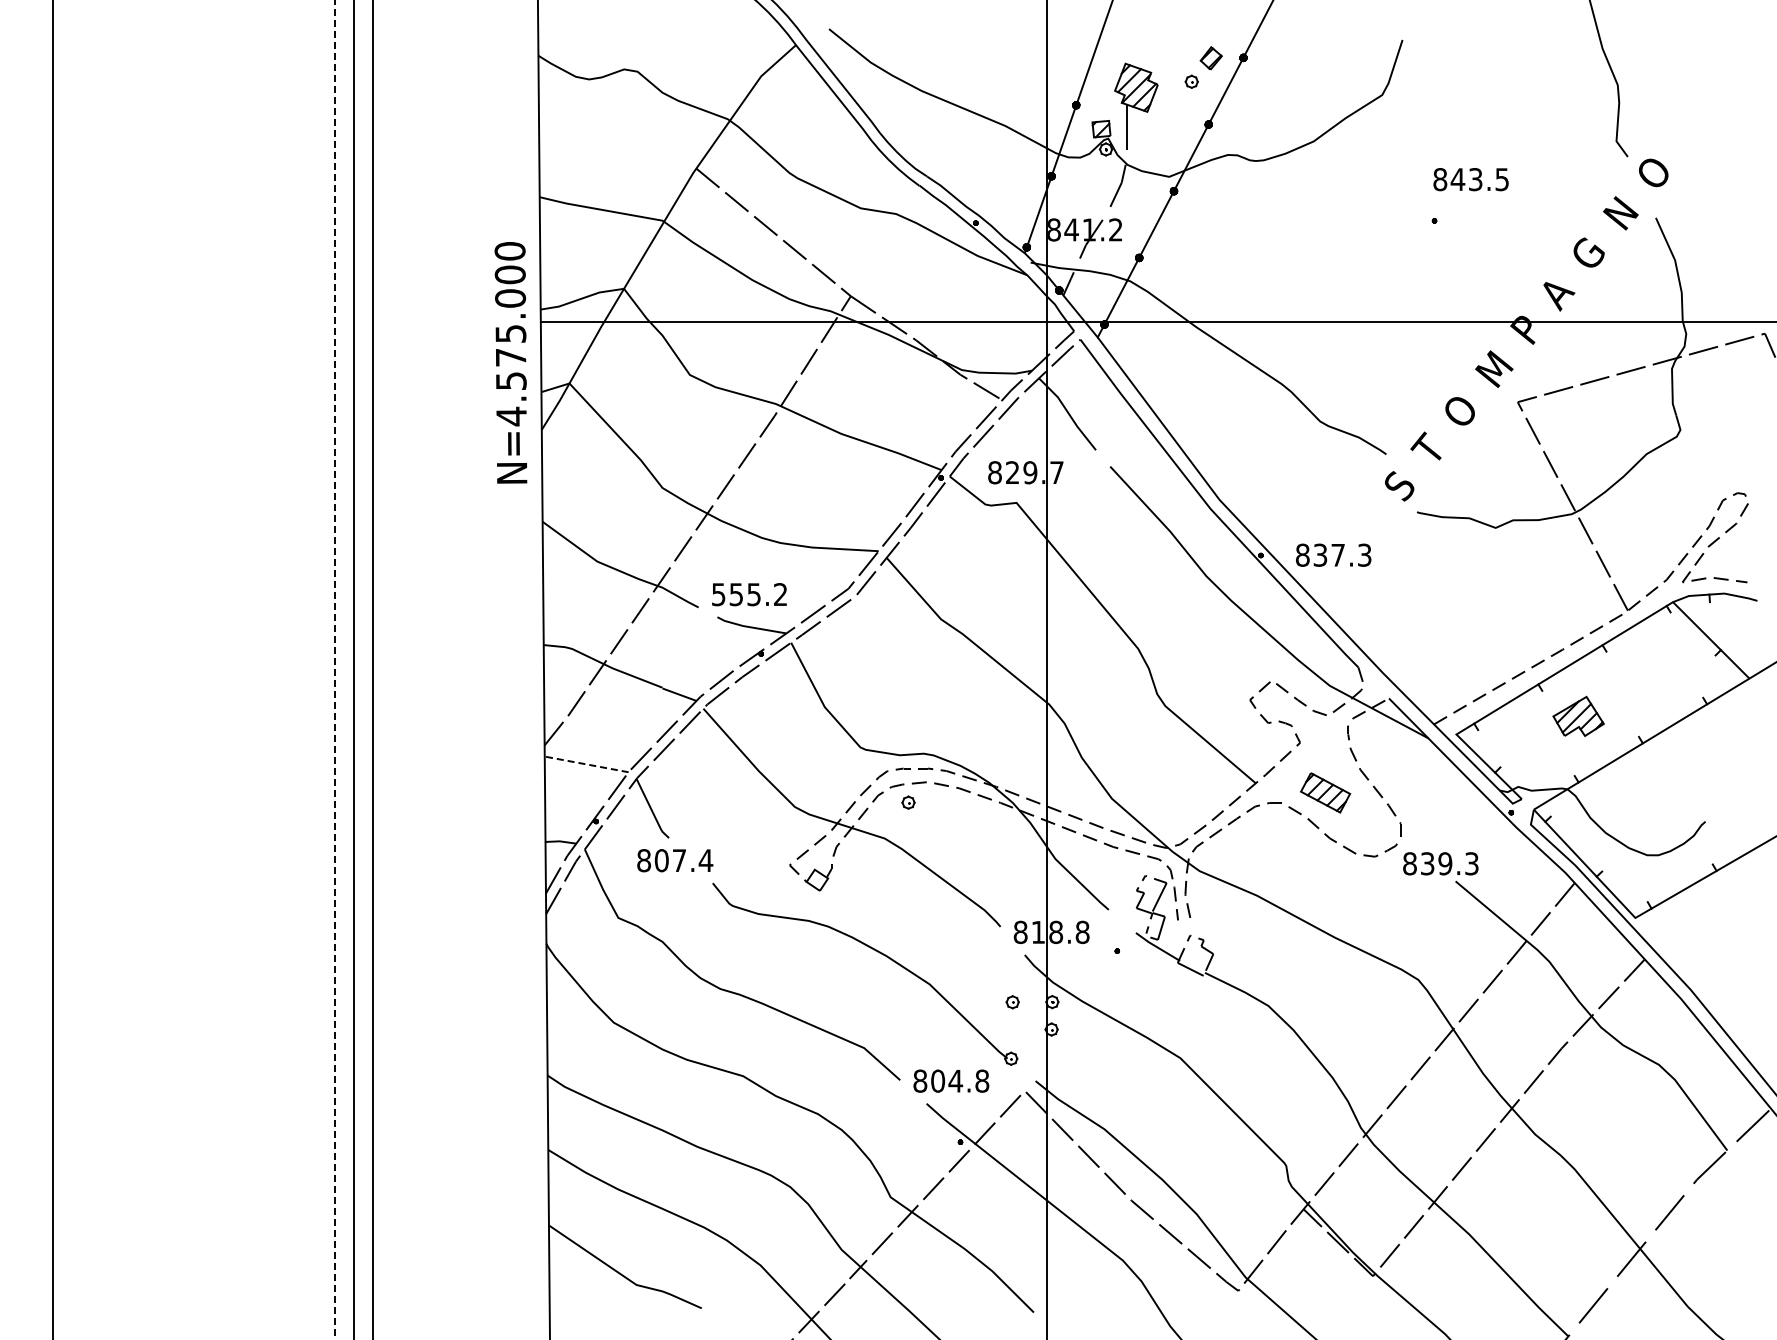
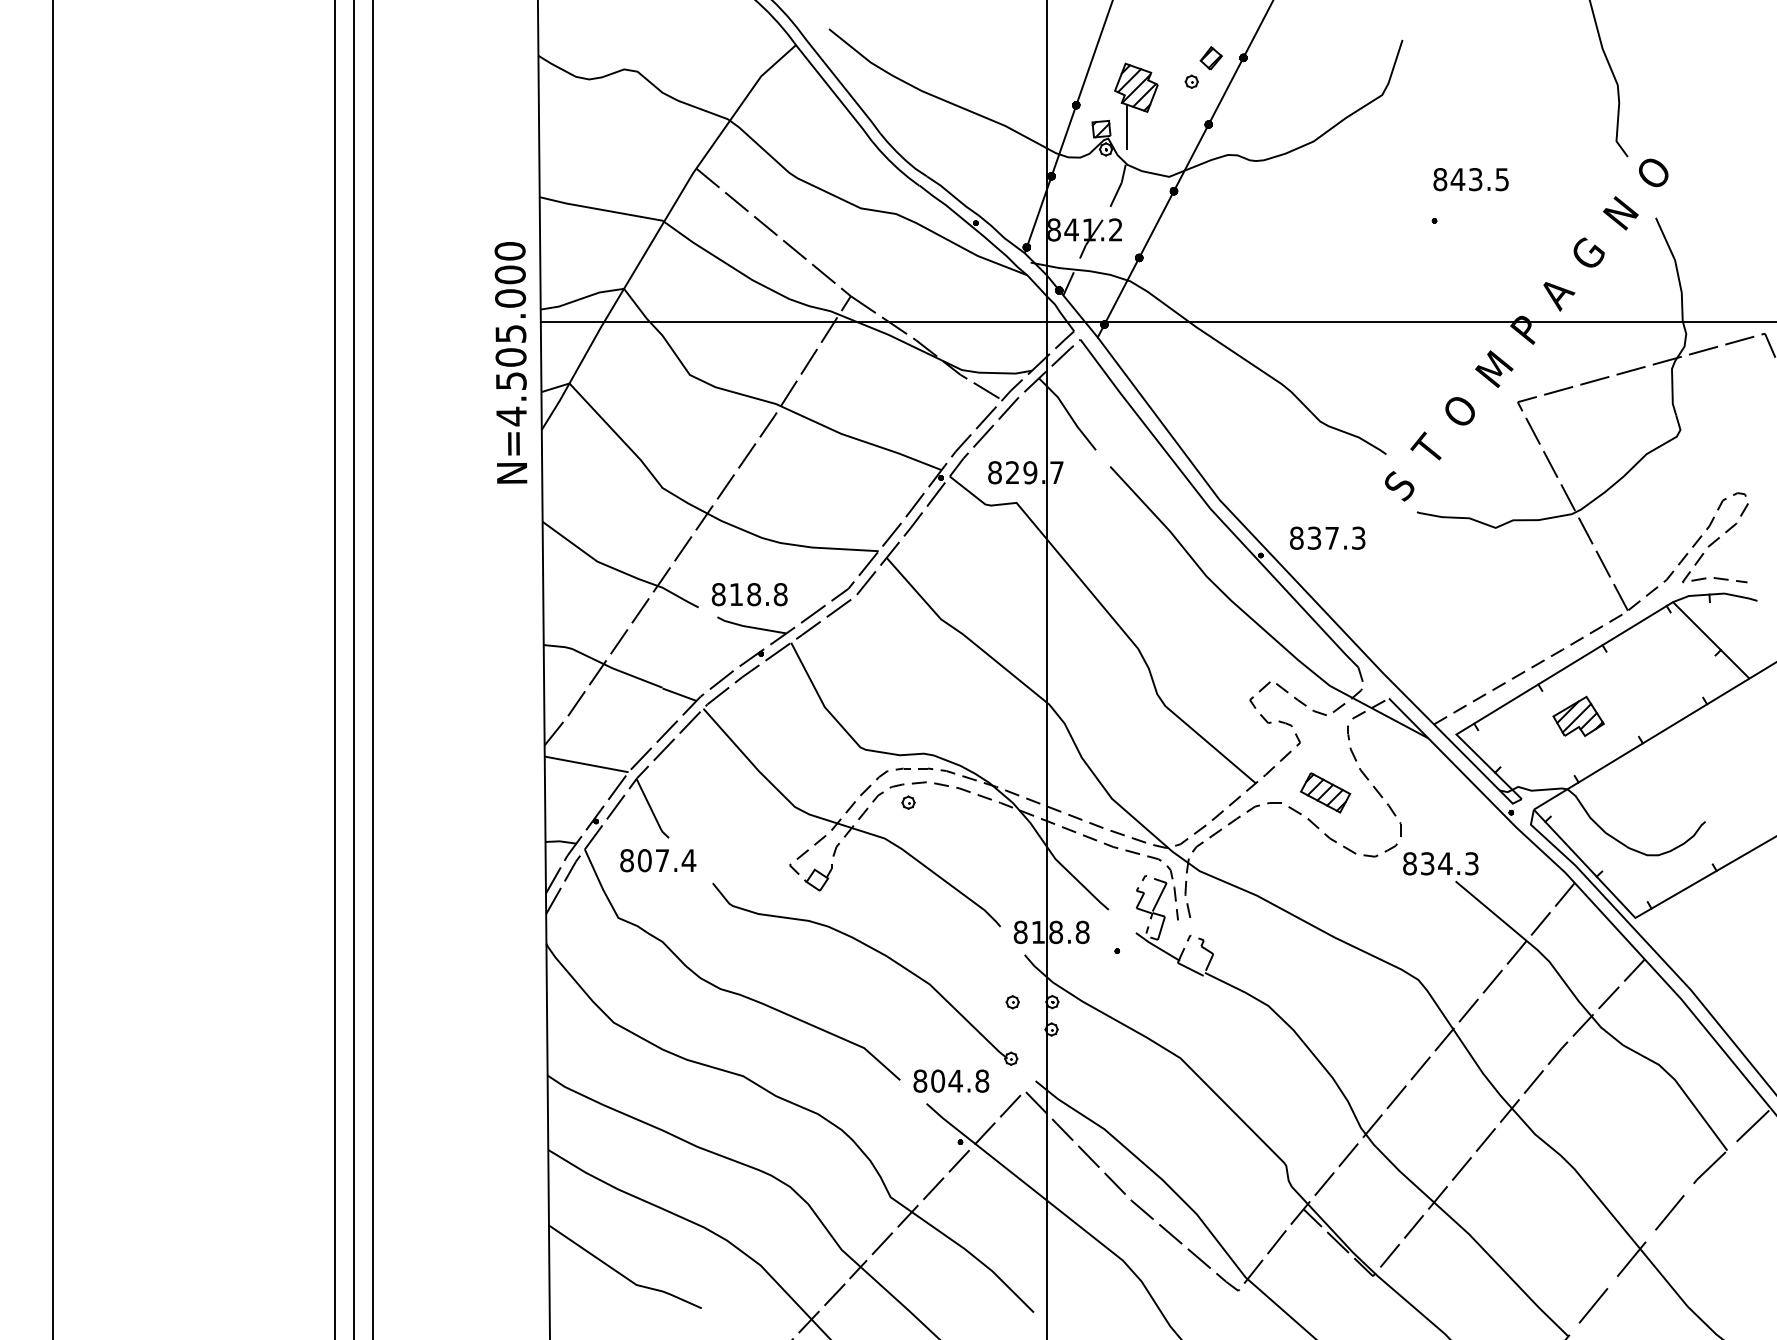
text at (510, 357): N=4.575.000 -> N=4.505.000
text at (1333, 554) position: (1333, 554) -> (1327, 537)
text at (749, 594): 555.2 -> 818.8
line at (335, 670): dashed -> solid
line at (586, 764): dashed -> solid
text at (675, 860) position: (675, 860) -> (658, 860)
text at (1445, 863): 839.3 -> 834.3
